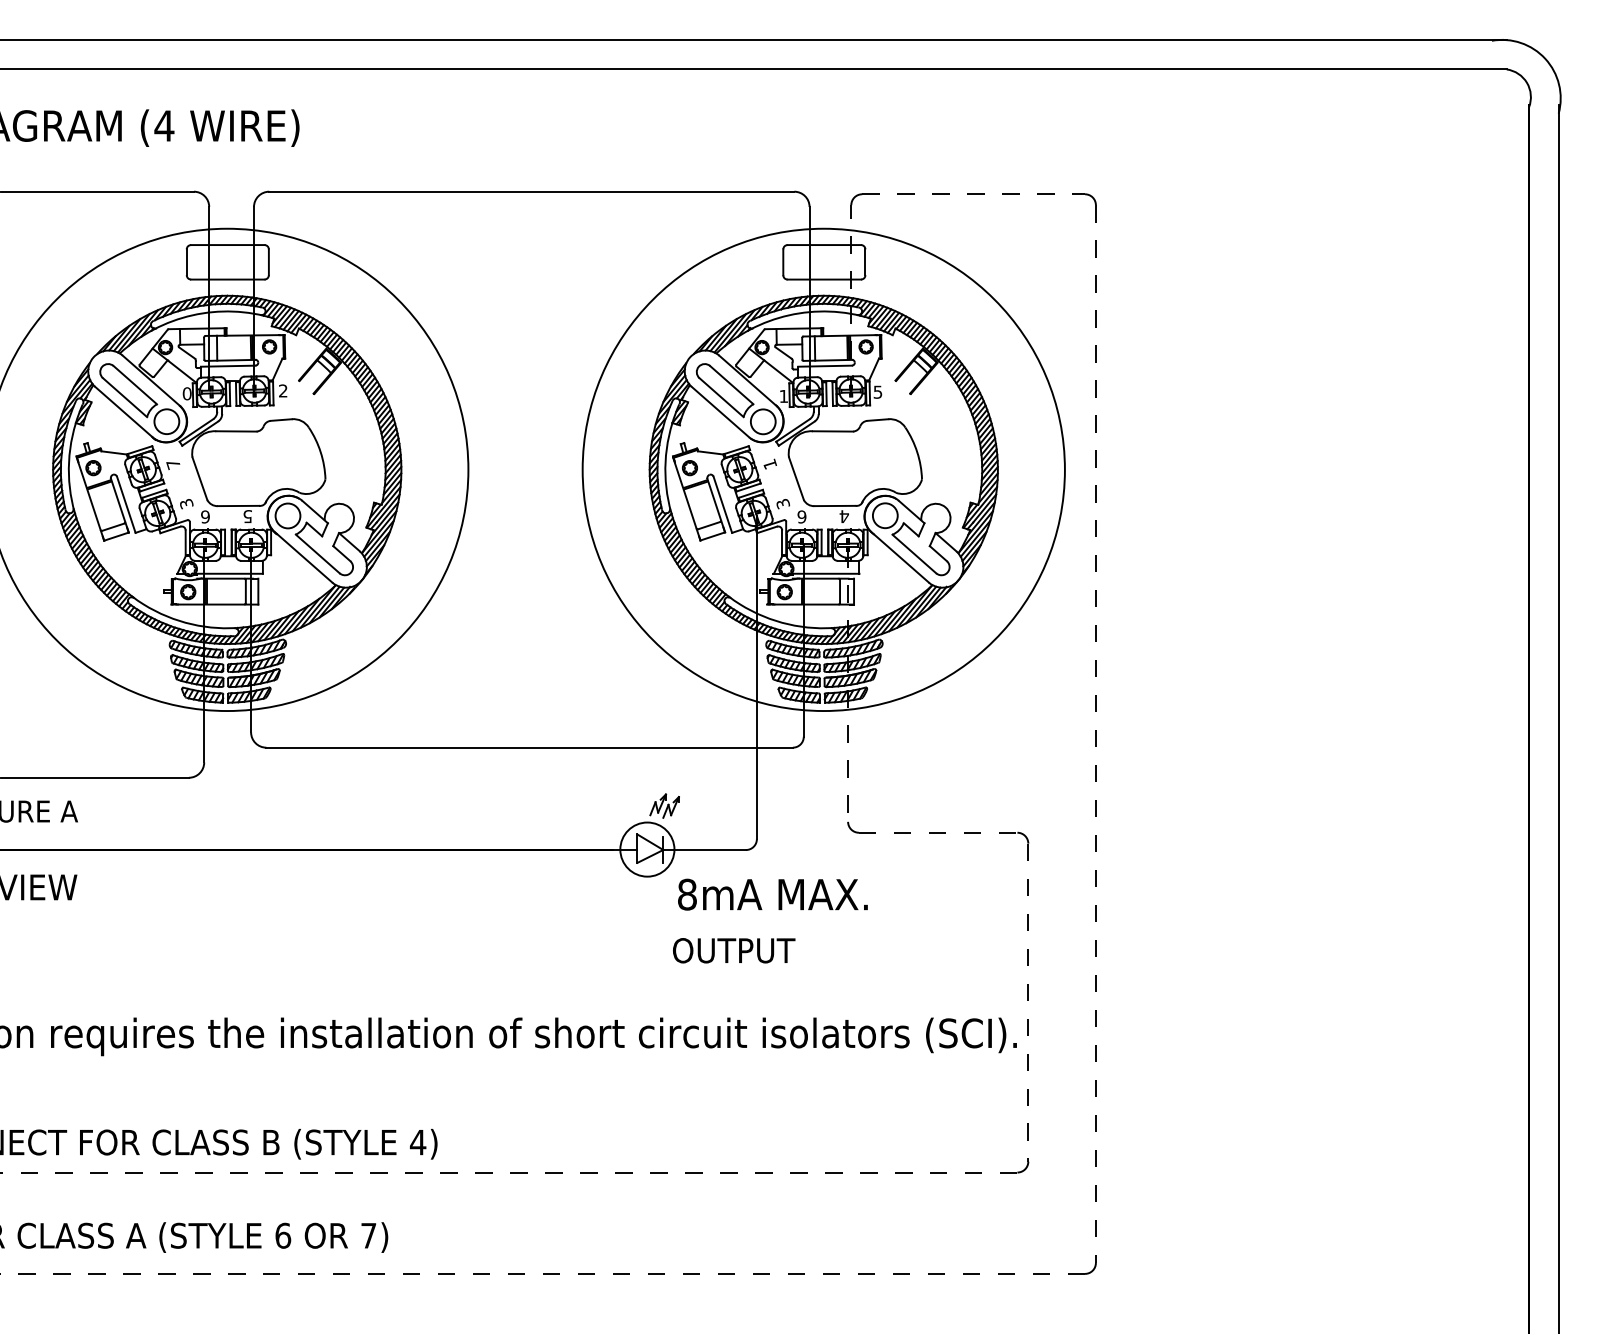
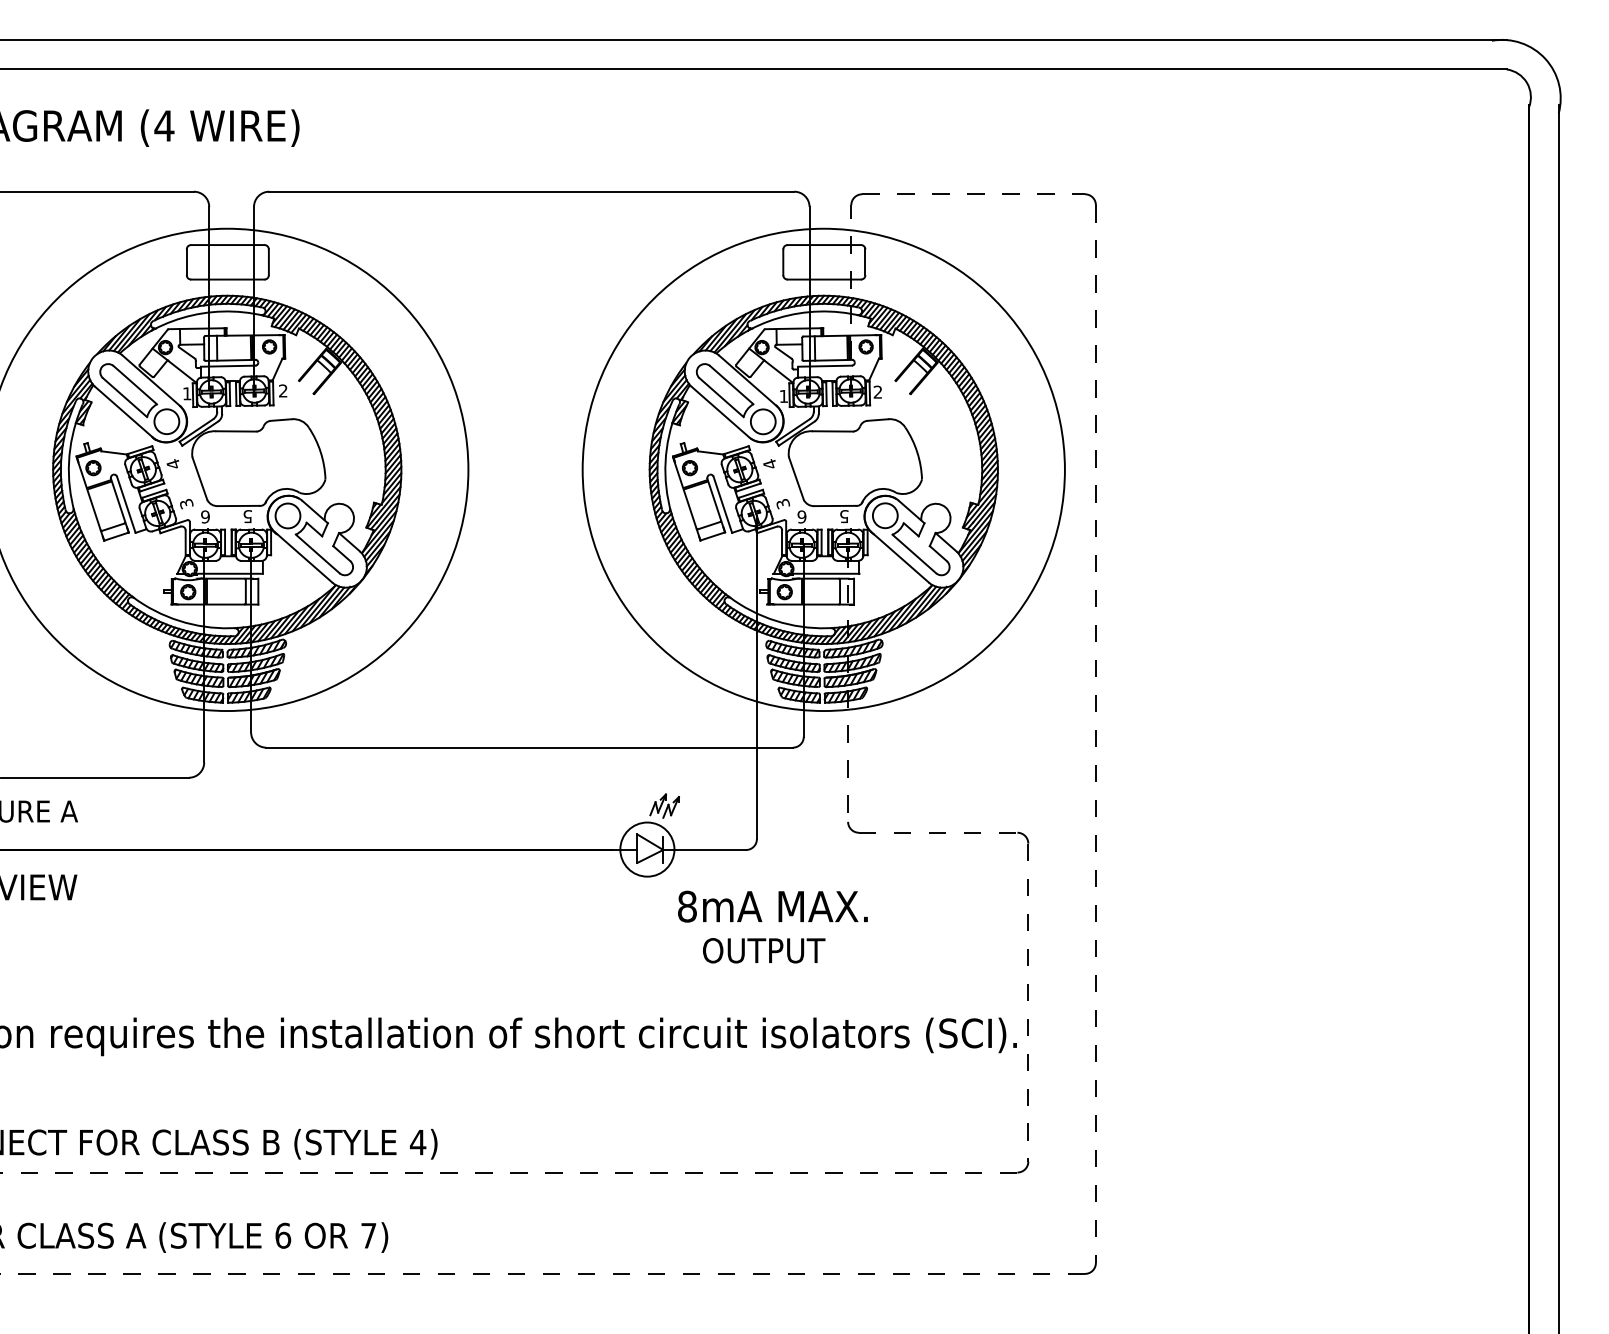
text at (877, 391): 5 -> 2
text at (186, 393): 0 -> 1
text at (769, 463): 1 -> 4
text at (173, 464): 7 -> 4
text at (843, 516): 4 -> 5
text at (772, 894) position: (772, 894) -> (772, 906)
text at (734, 950) position: (734, 950) -> (764, 950)
